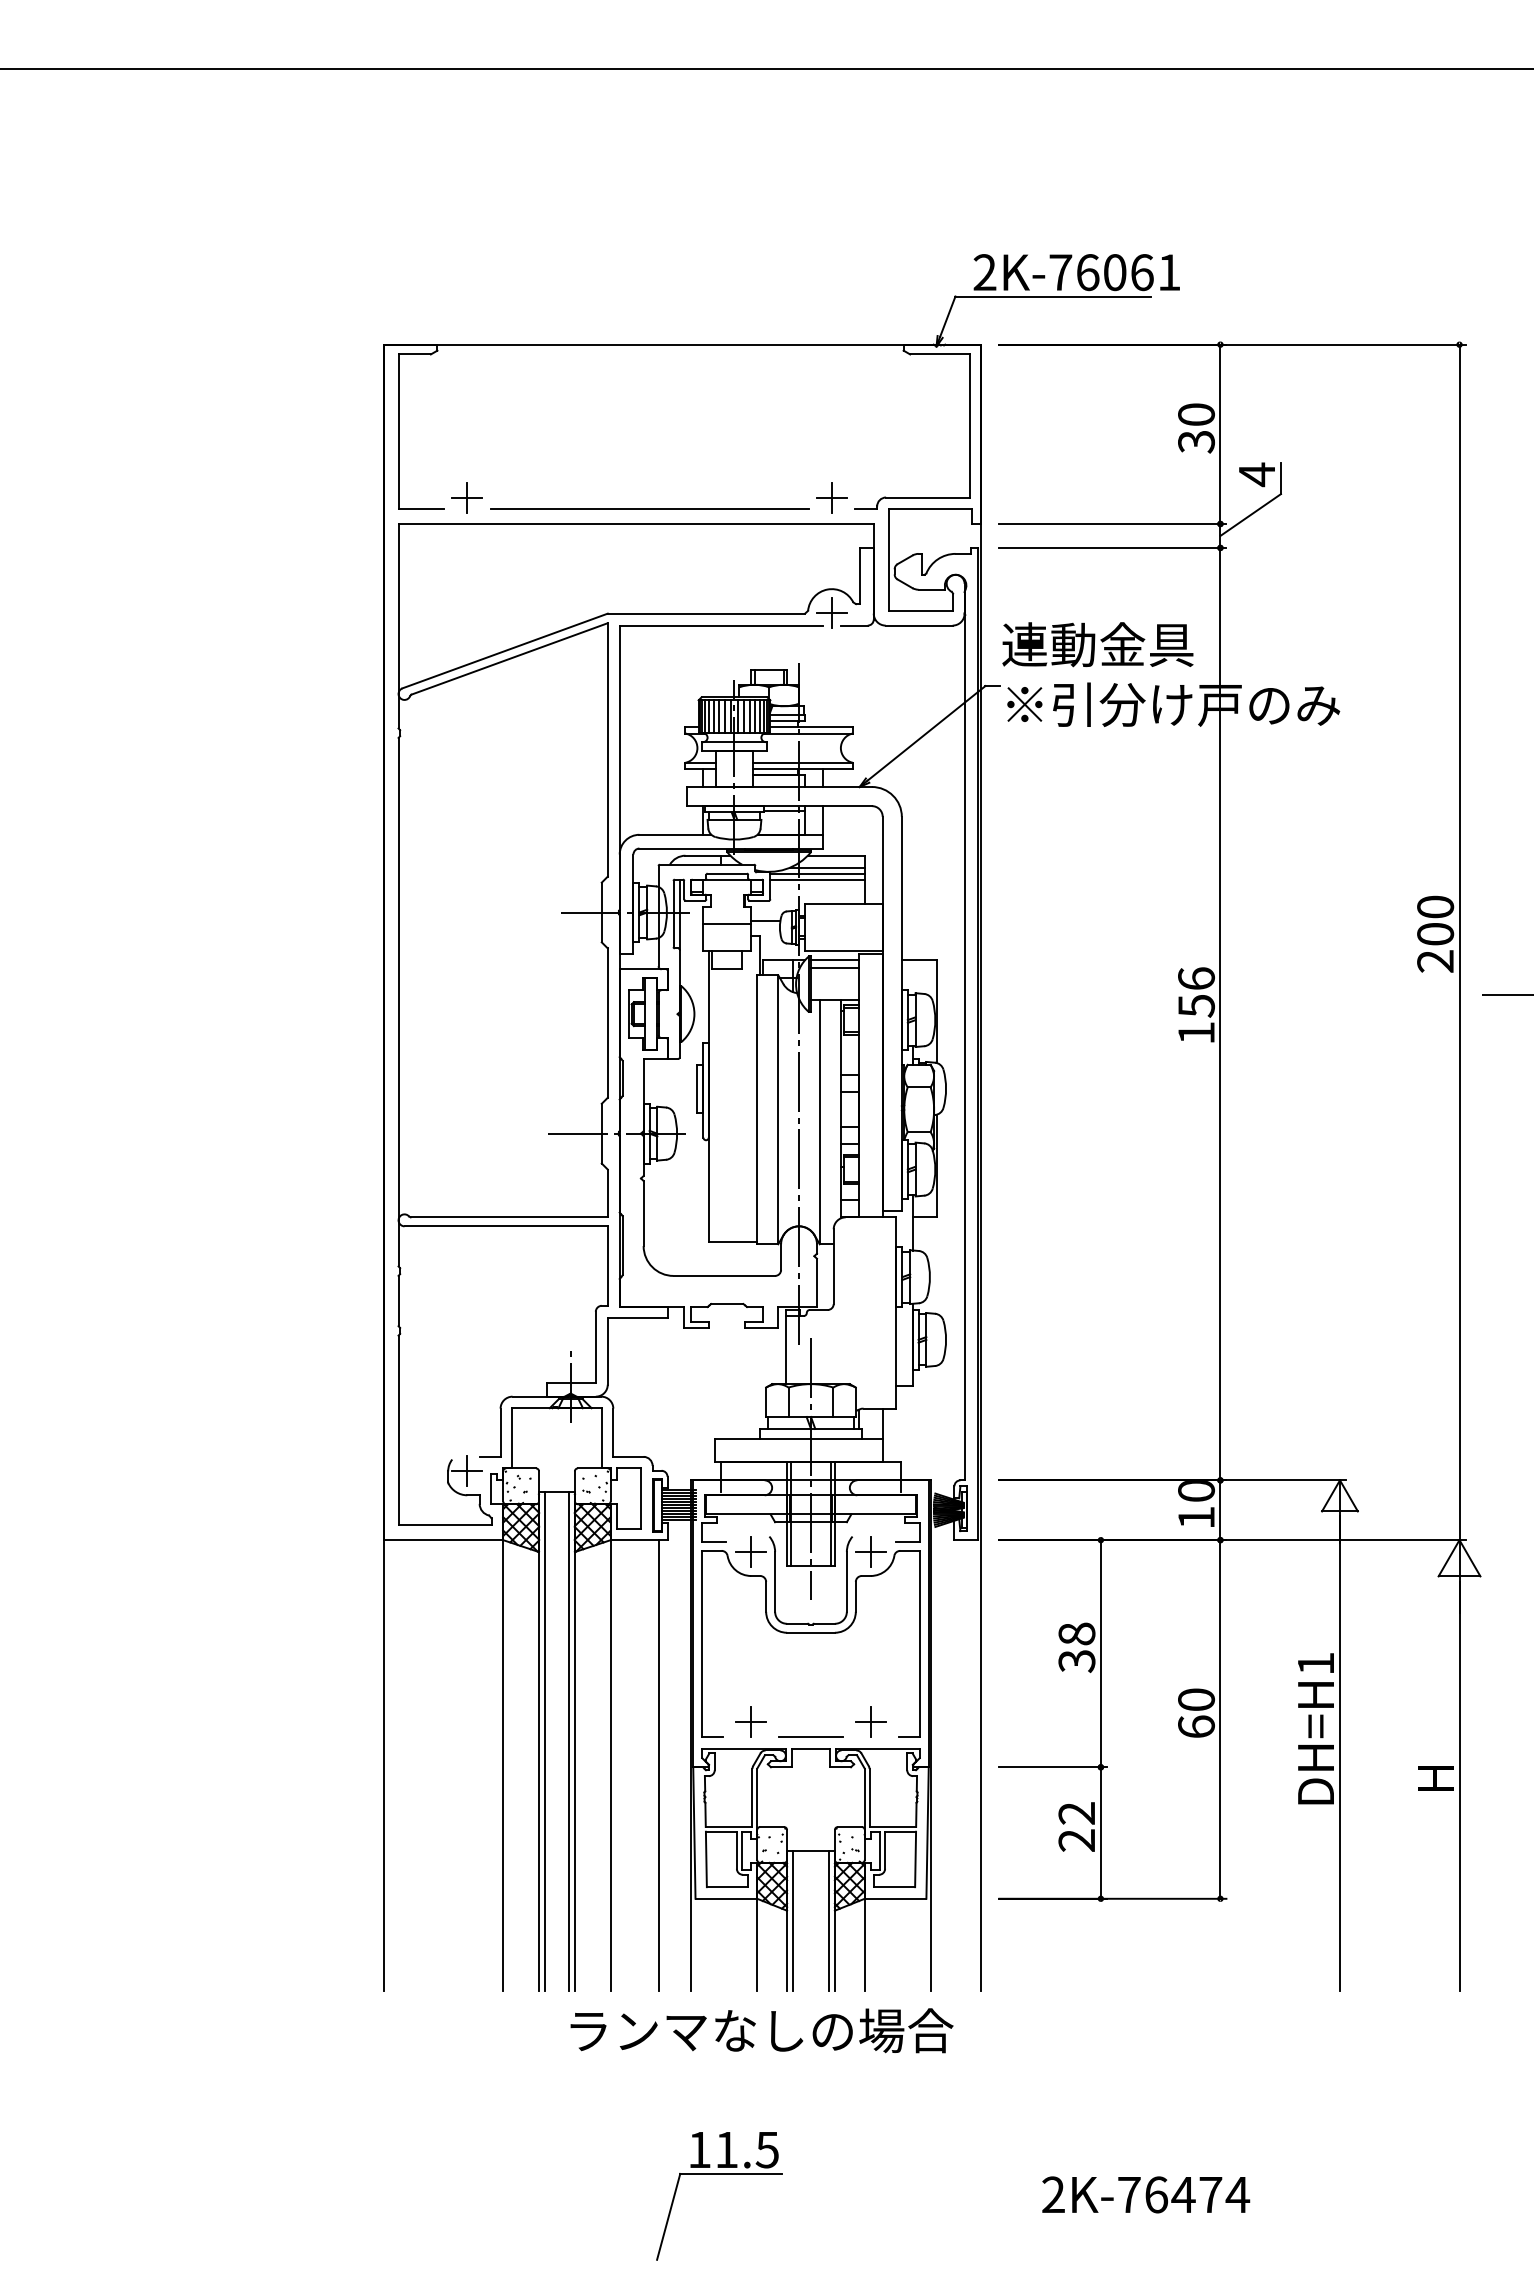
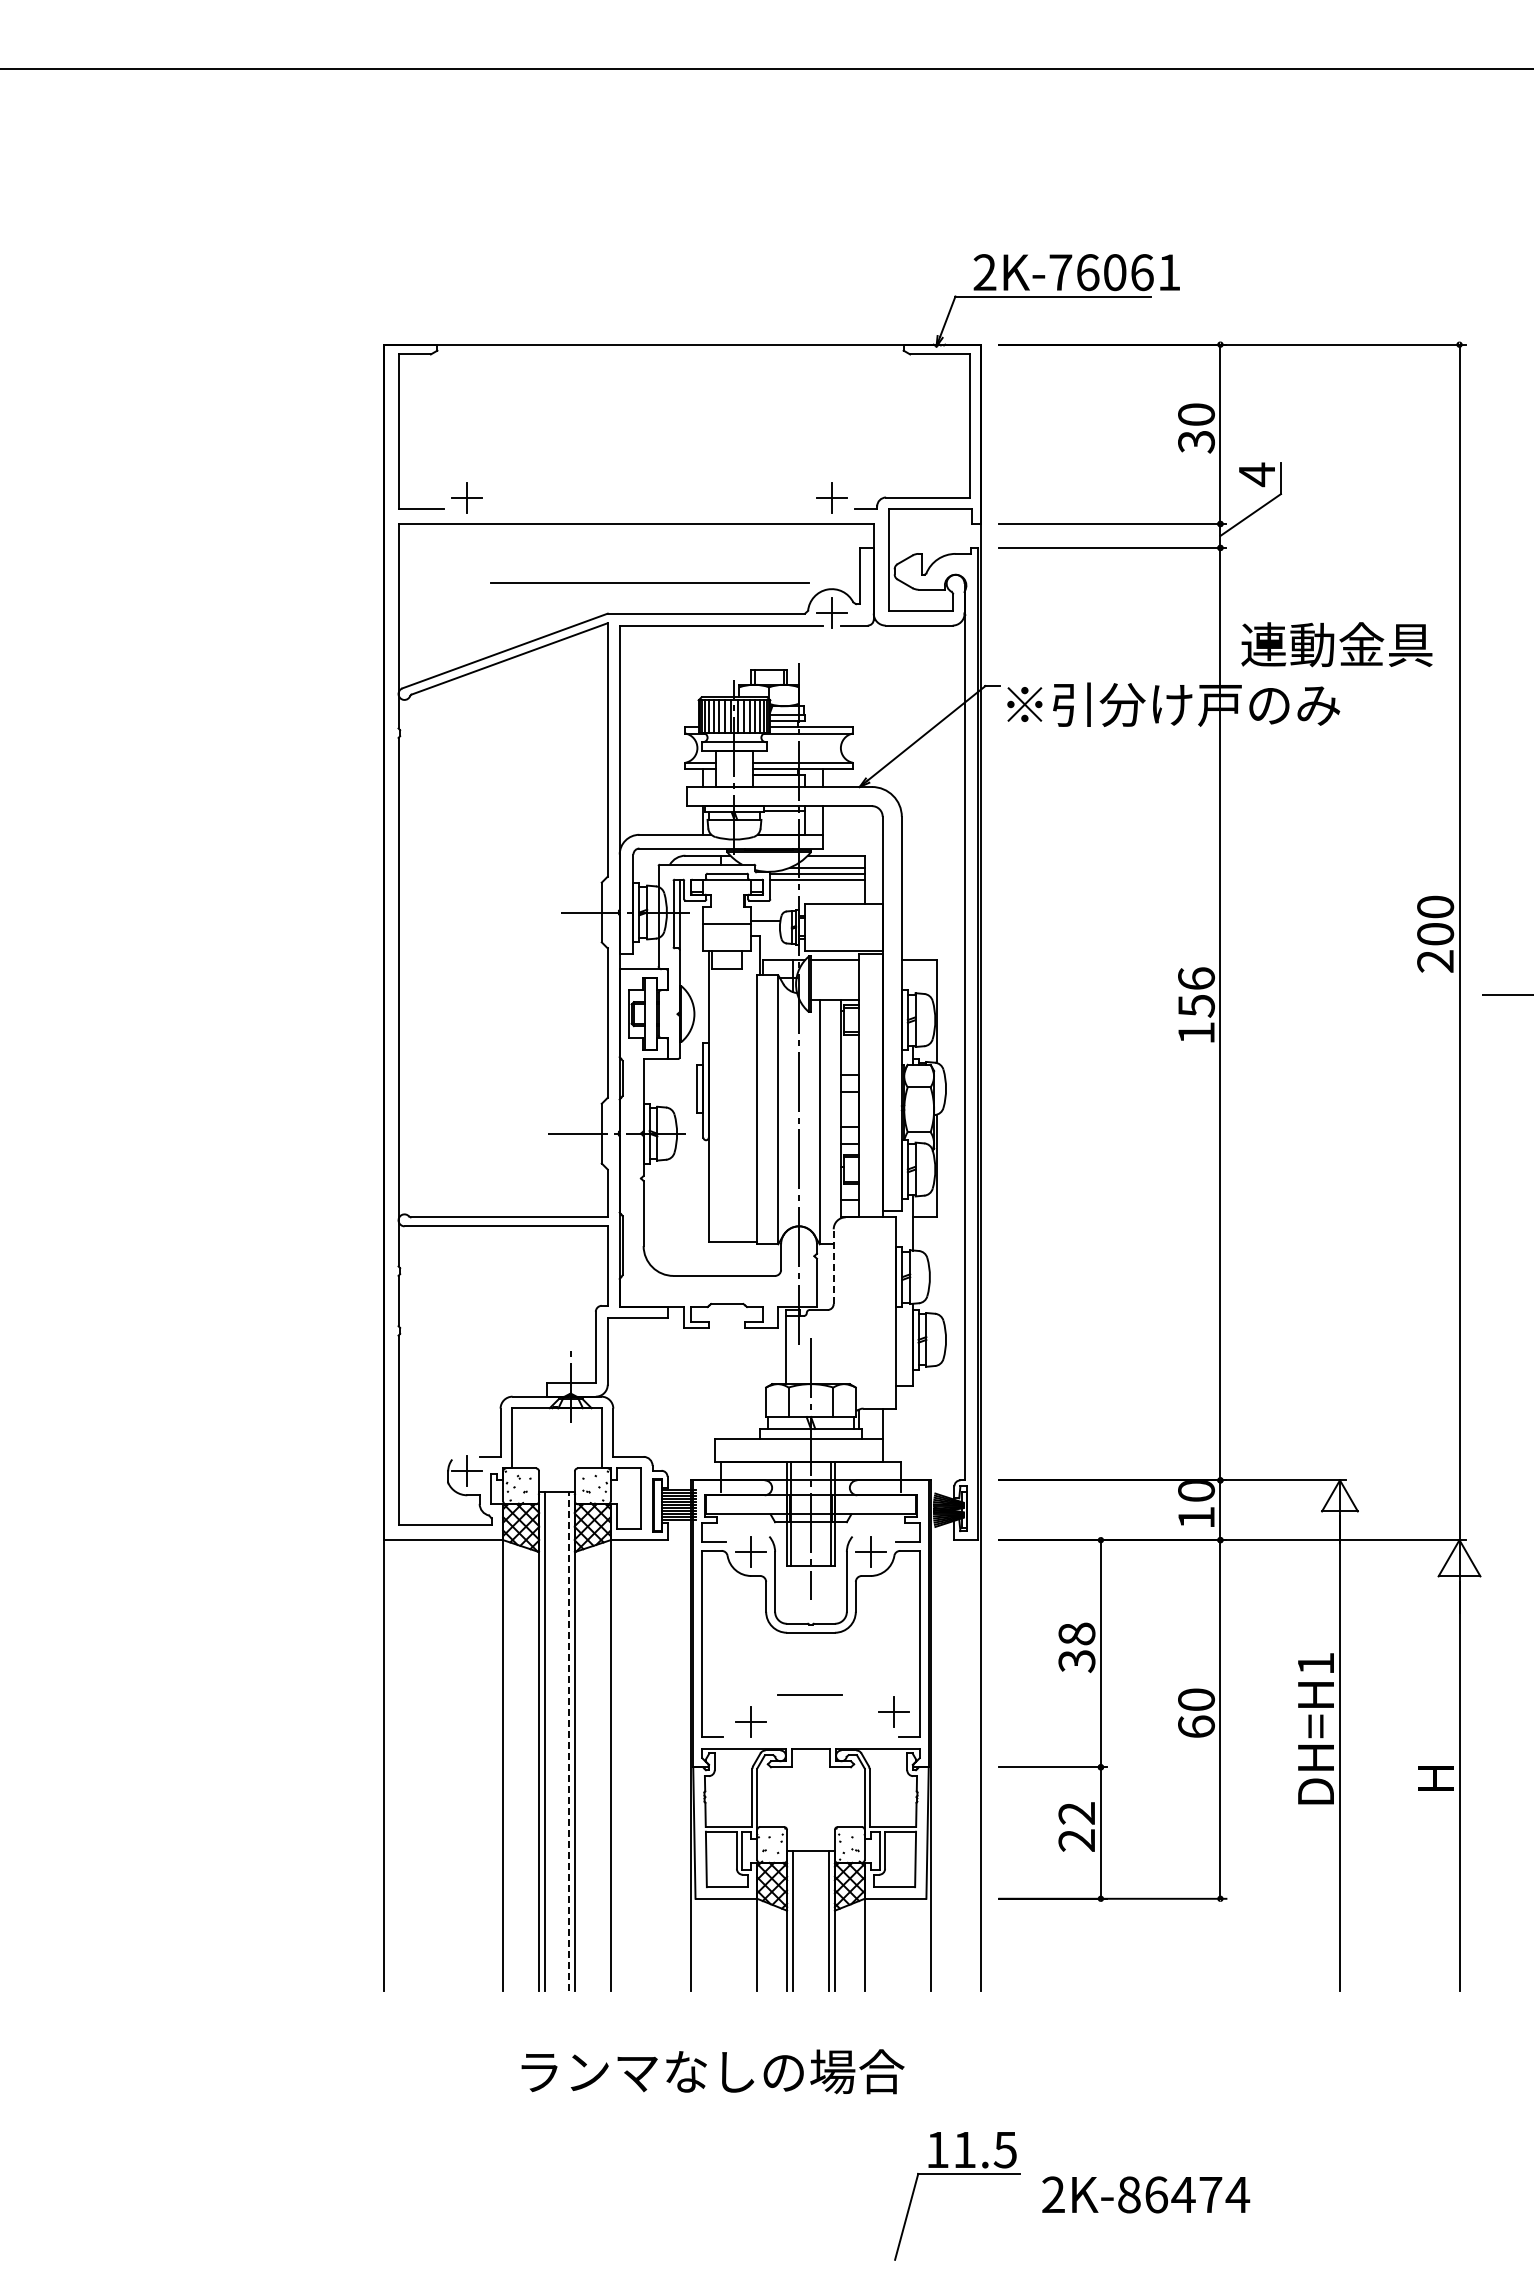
line at (649, 508) position: (649, 508) -> (649, 582)
text at (1097, 644) position: (1097, 644) -> (1336, 644)
line at (834, 968): present -> none
line at (833, 1266): solid -> dashed
part at (870, 1721) position: (870, 1721) -> (893, 1711)
line at (810, 1736) position: (810, 1736) -> (809, 1694)
line at (568, 1741): solid -> dashed
line at (658, 1765): present -> none
text at (761, 2030) position: (761, 2030) -> (712, 2071)
part at (719, 2174) position: (719, 2174) -> (957, 2174)
text at (1129, 2194): 2K-76474 -> 2K-86474
